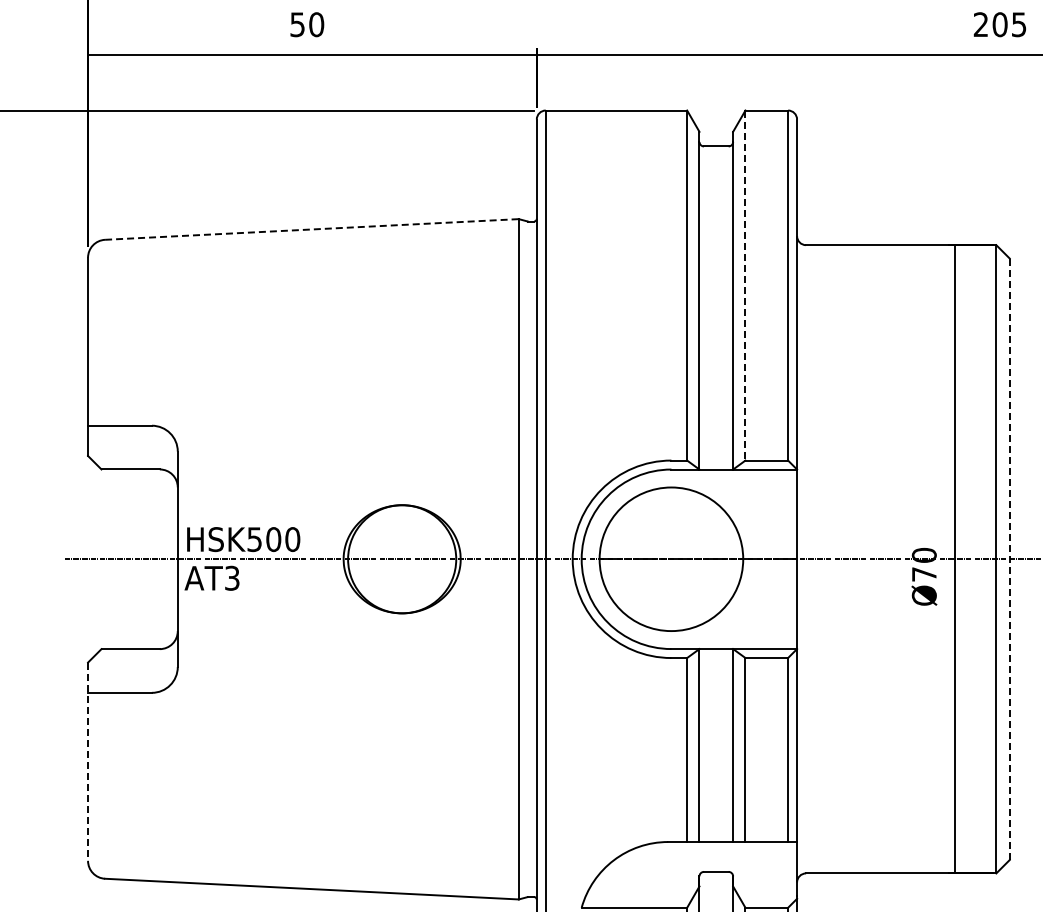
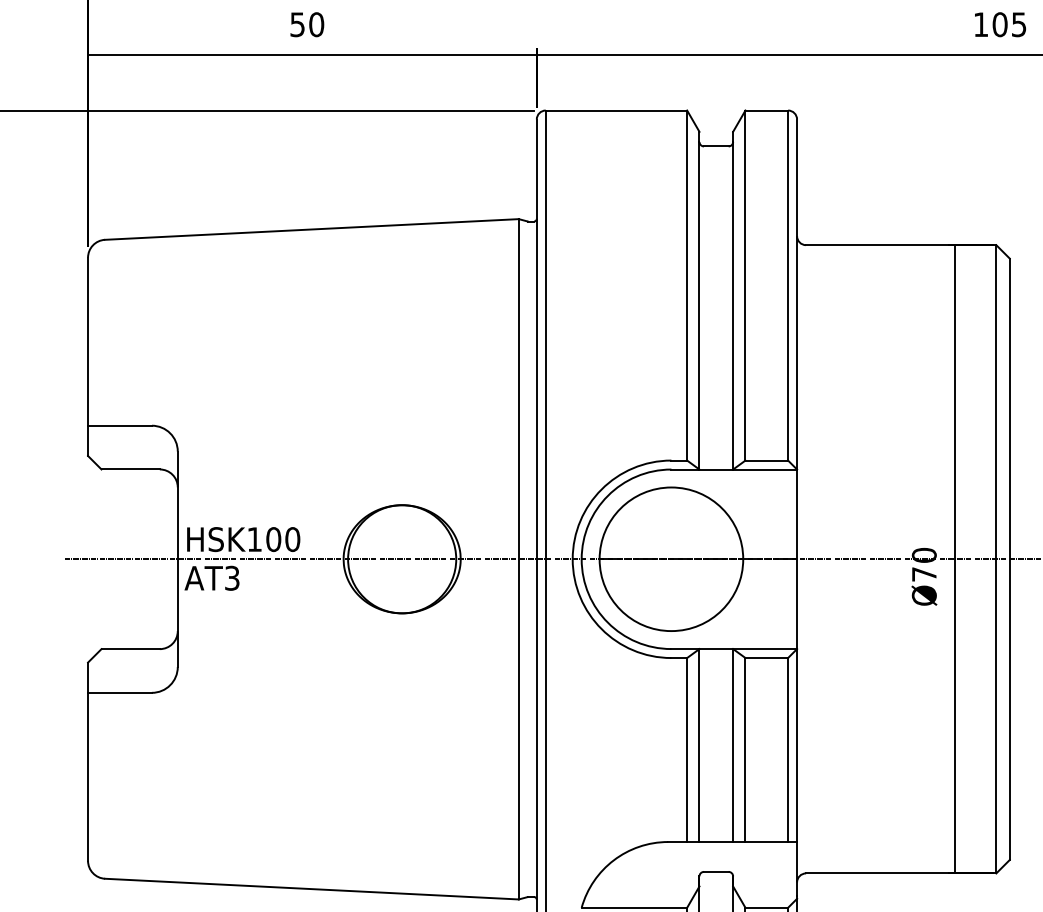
text at (980, 24): 205 -> 105
line at (312, 229): dashed -> solid
line at (745, 286): dashed -> solid
text at (254, 539): HSK500 -> HSK100
line at (1009, 559): dashed -> solid
line at (88, 762): dashed -> solid
